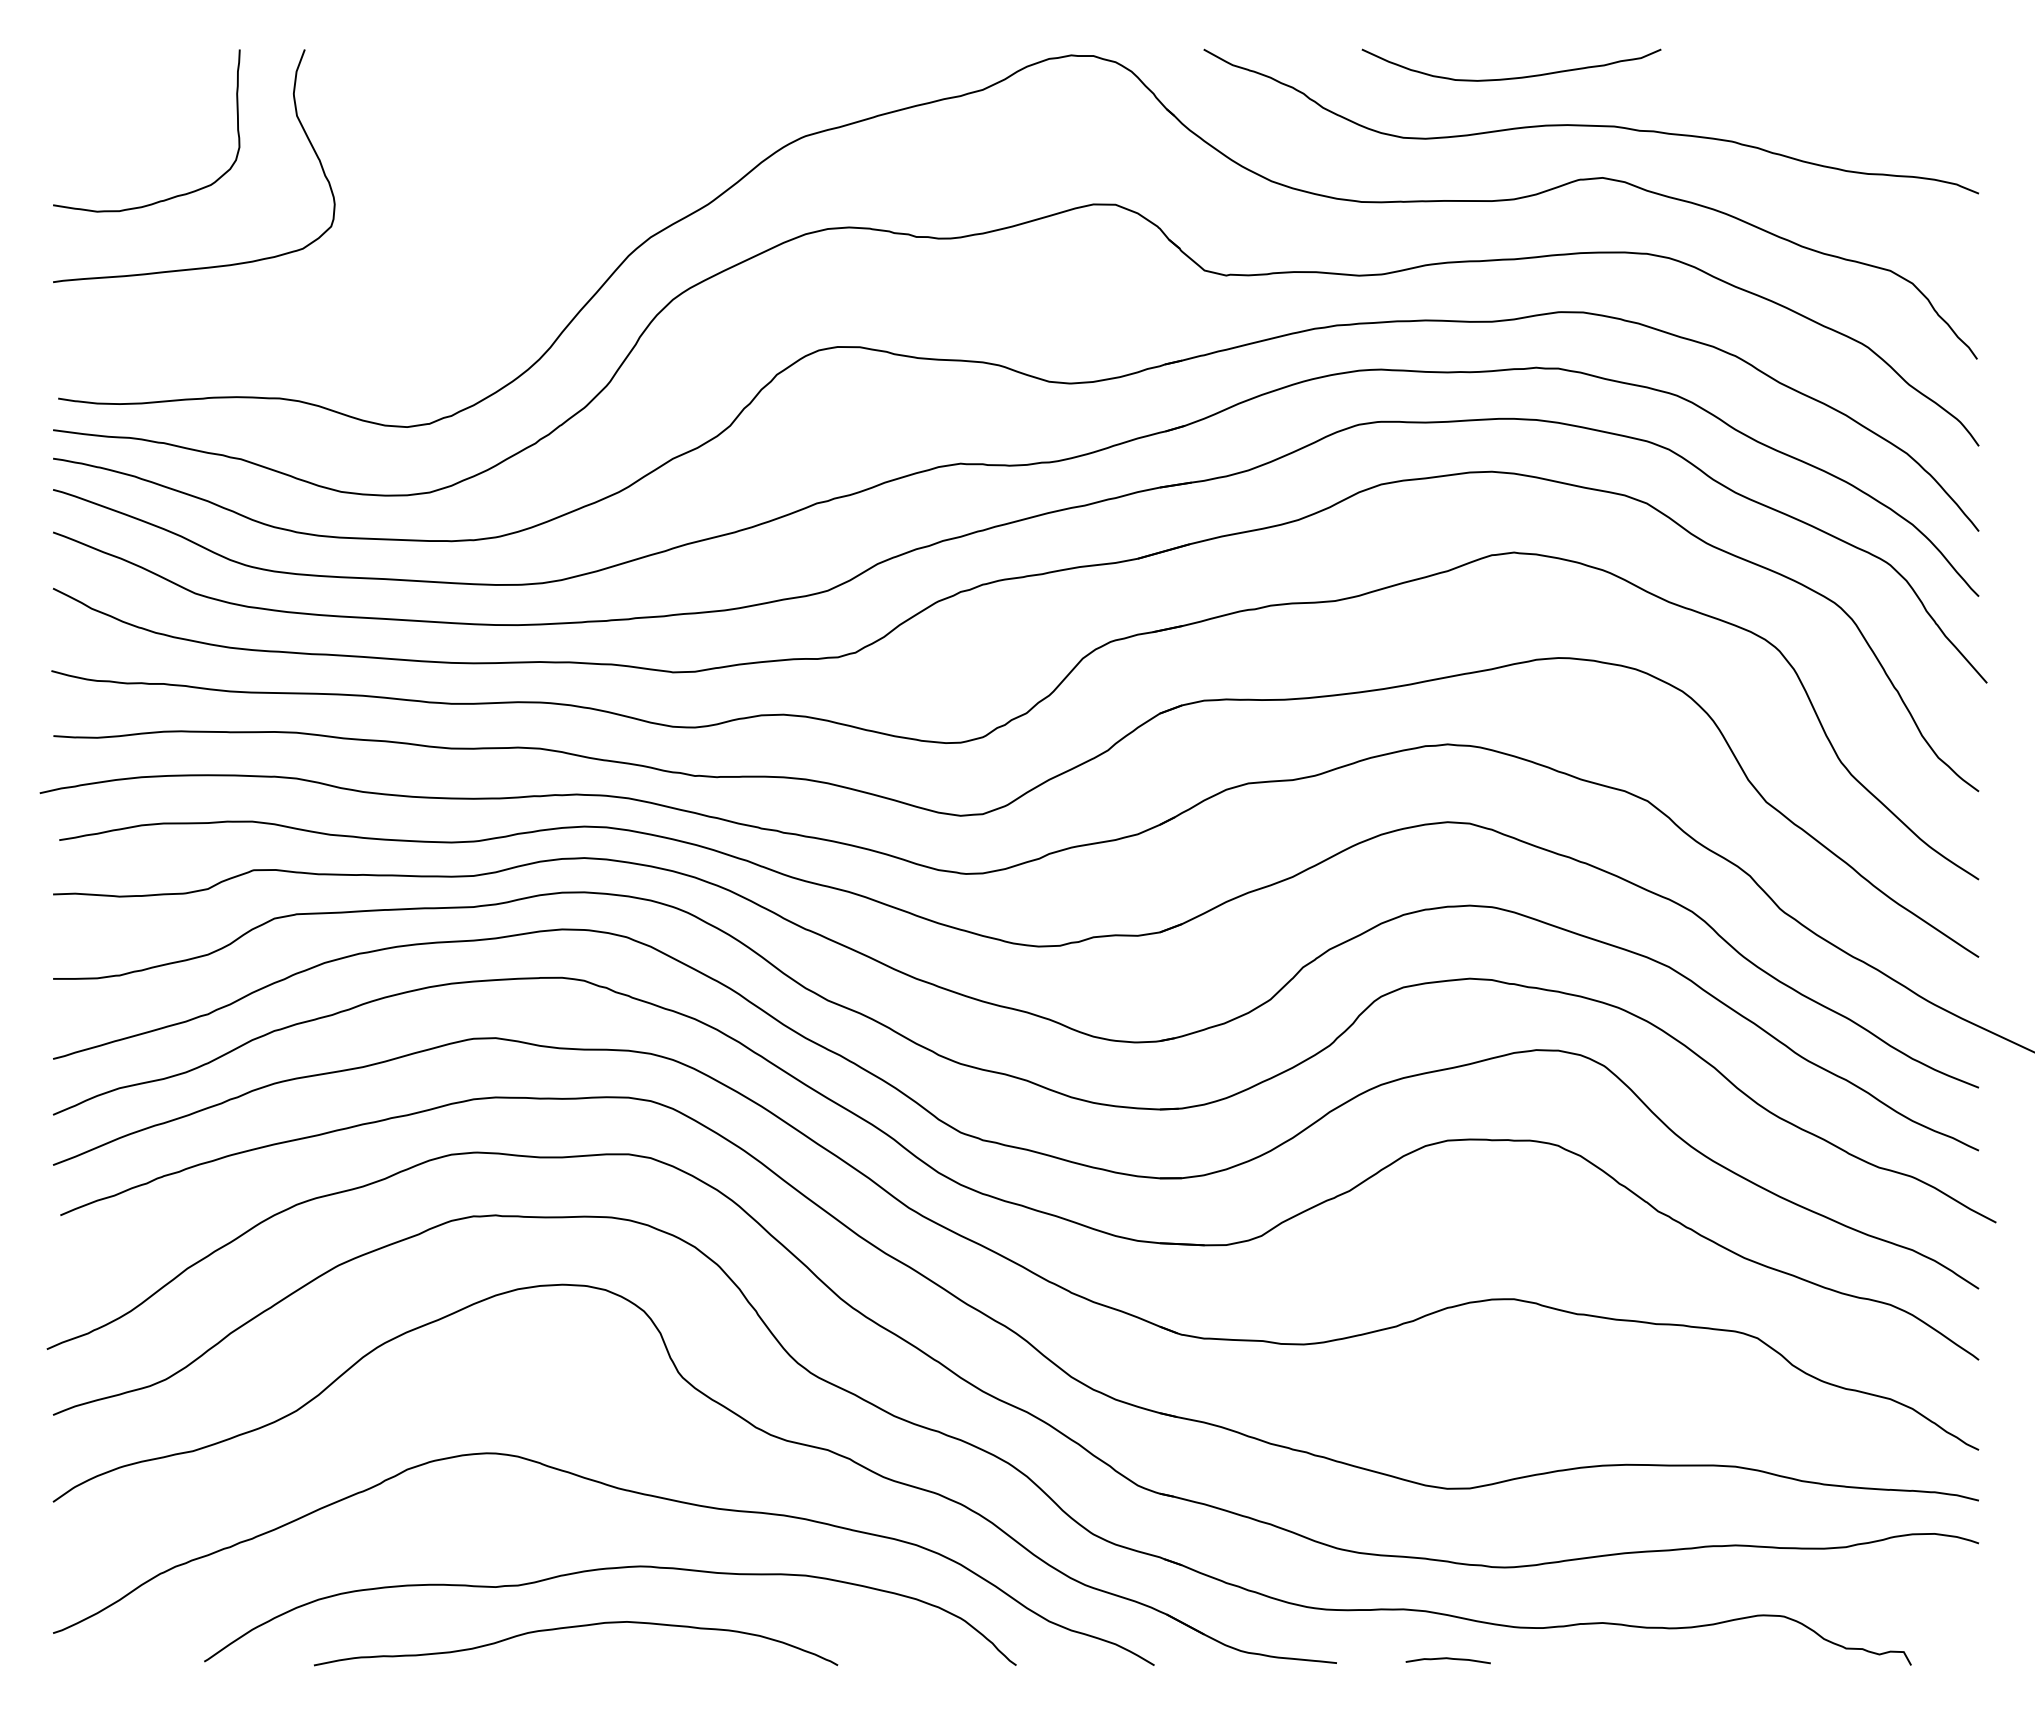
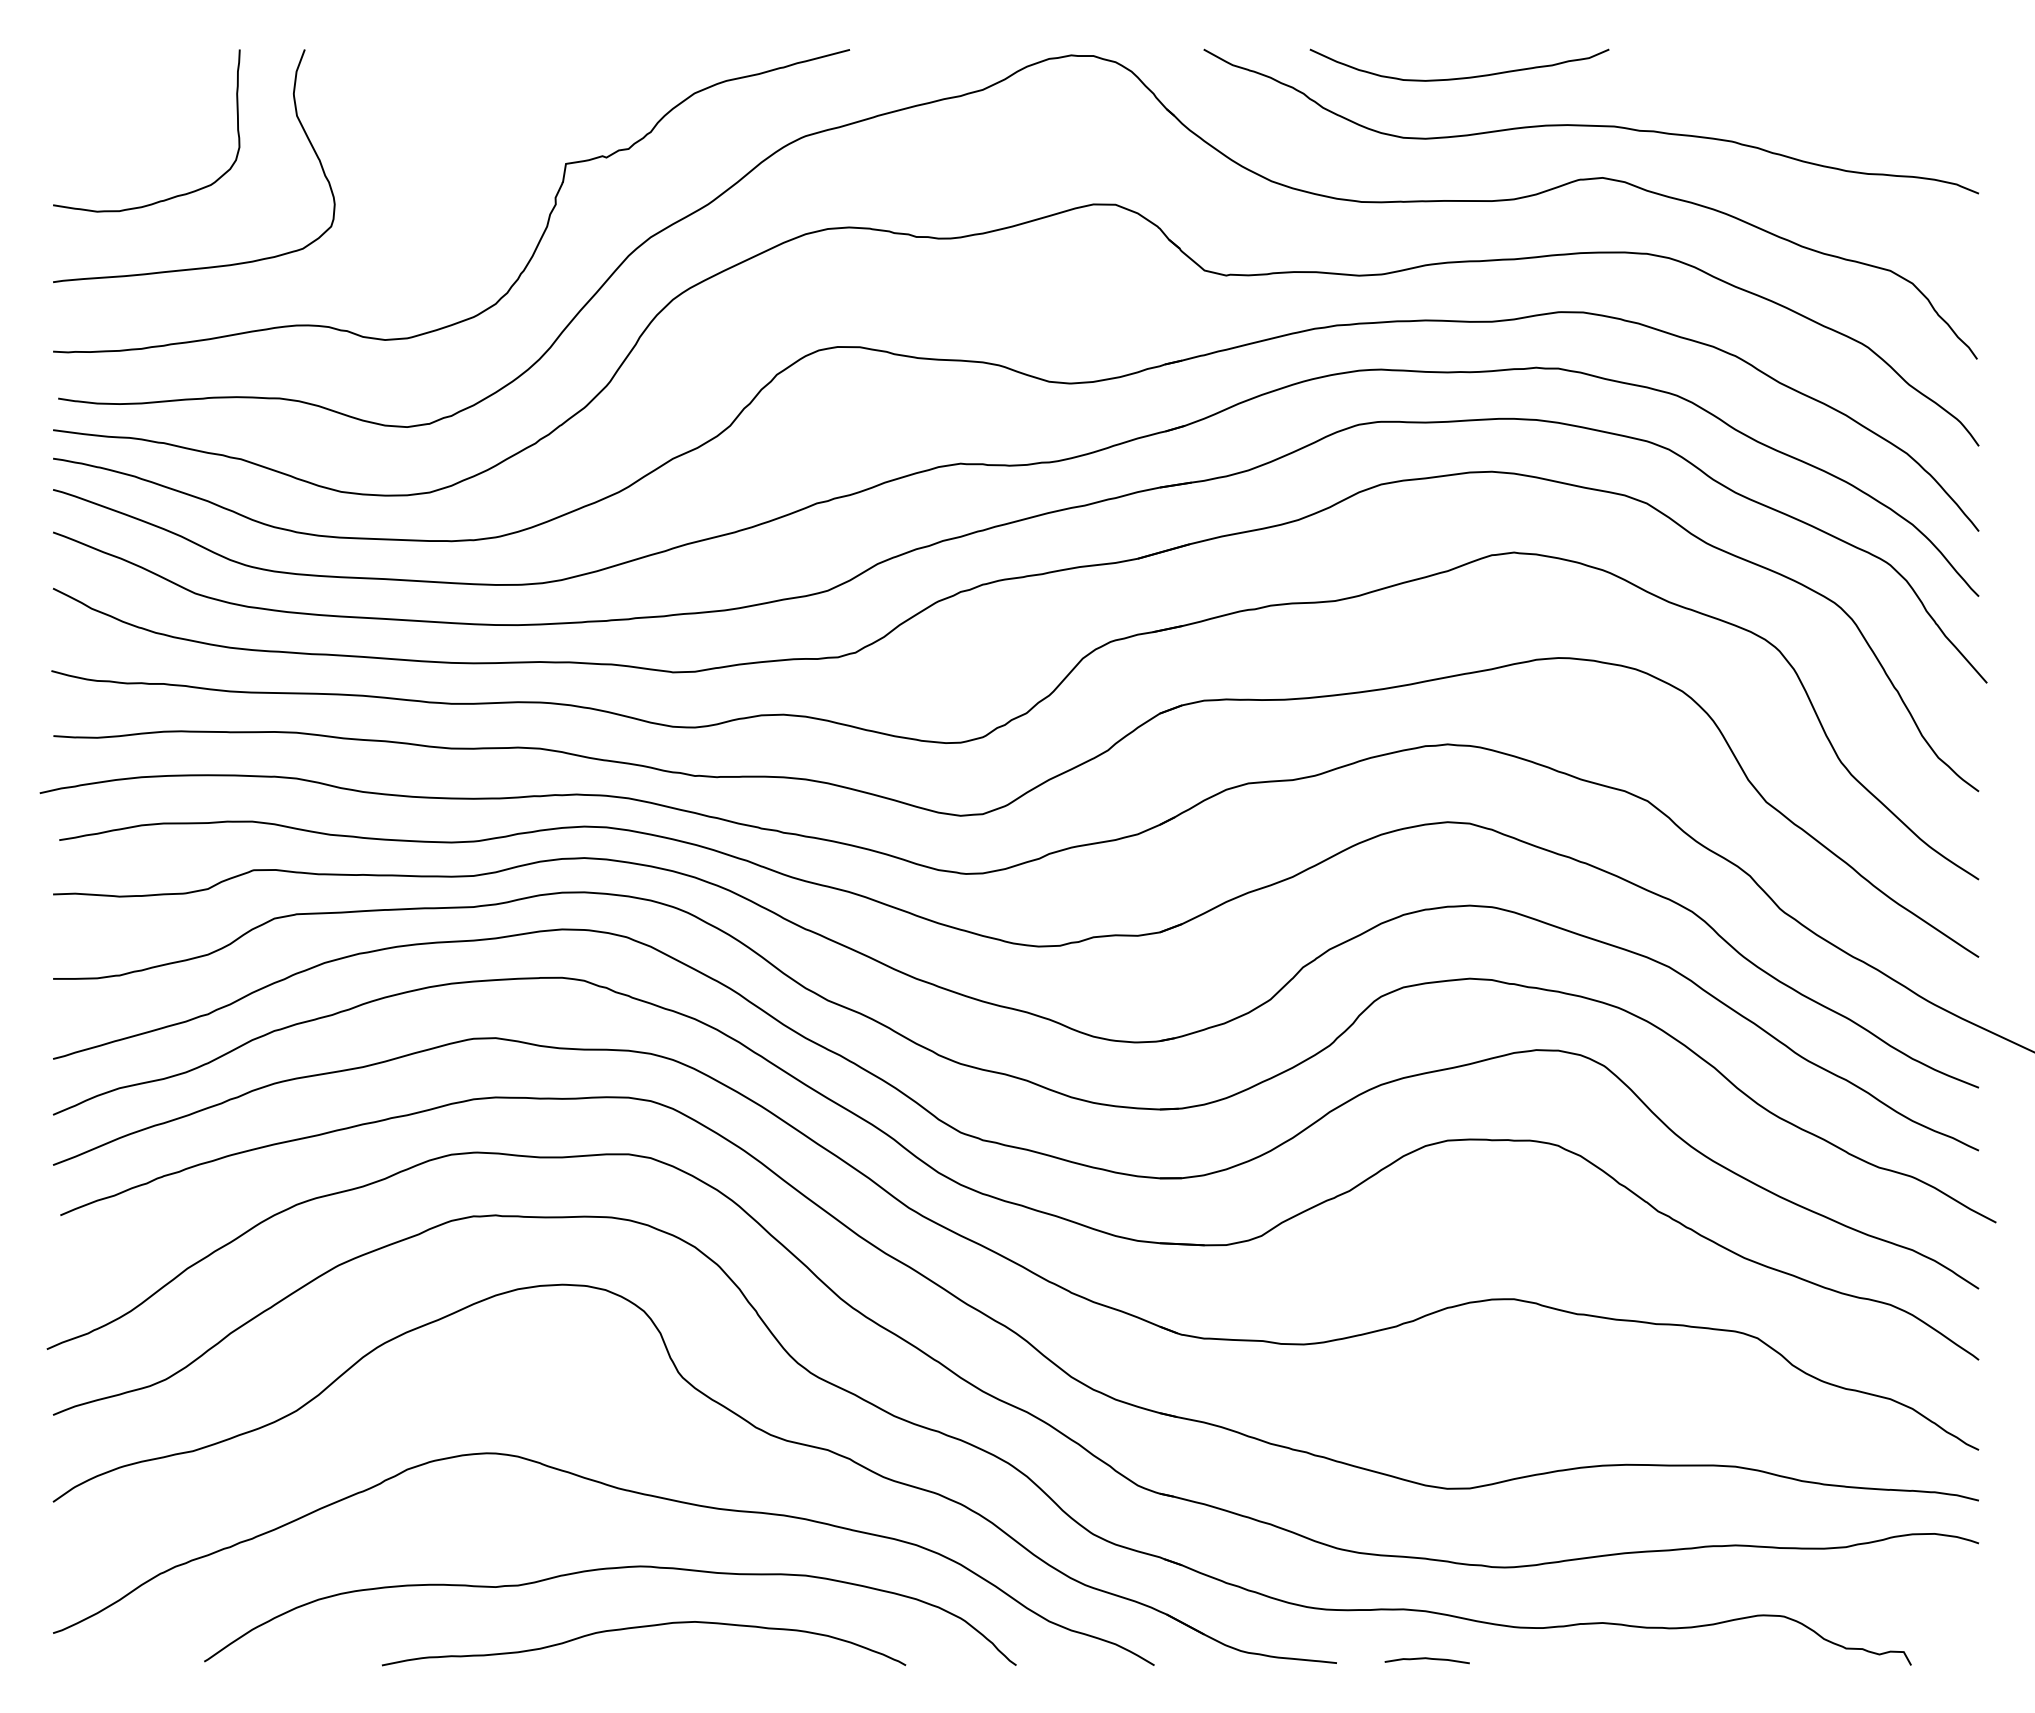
curve at (1511, 77) position: (1511, 77) -> (1459, 77)
curve at (537, 243): none -> present
curve at (576, 1627) position: (576, 1627) -> (644, 1627)
curve at (1447, 1659) position: (1447, 1659) -> (1426, 1659)
